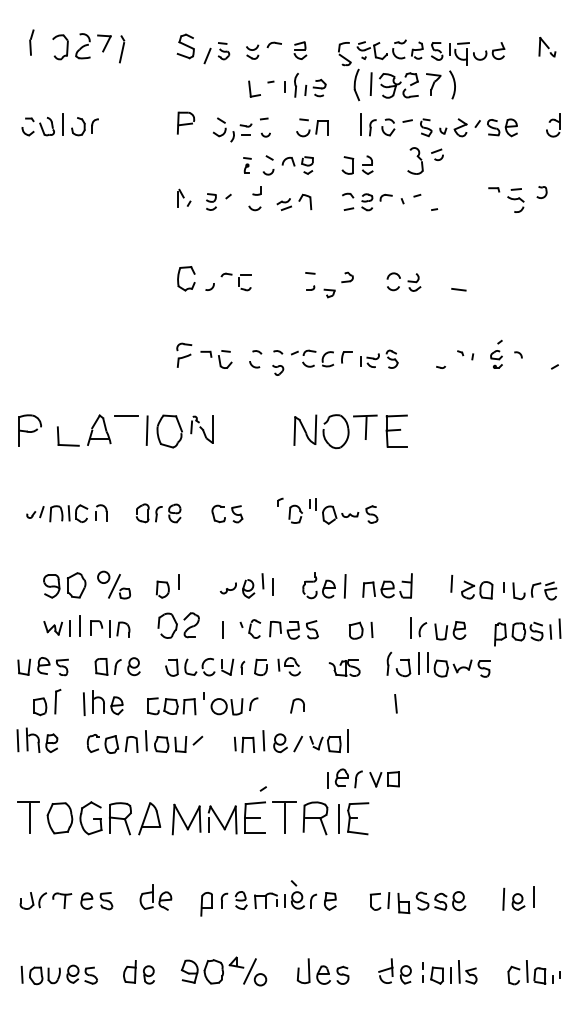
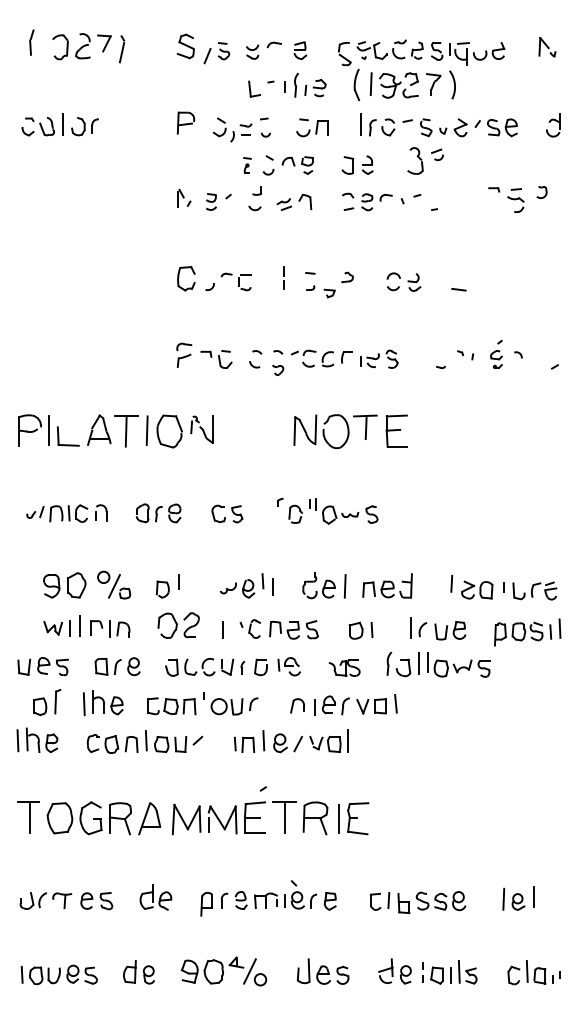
line at (283, 276): none -> present
line at (49, 430): none -> present
line at (125, 431): none -> present
part at (362, 772) position: (362, 772) -> (349, 699)
